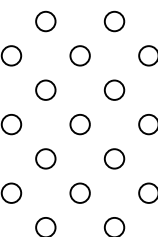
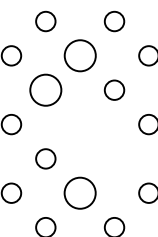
circle at (79, 55) size: 22x22 px -> 34x34 px
circle at (45, 89) diameter: 19 px -> 31 px
circle at (79, 124): present -> none
circle at (114, 158): present -> none
circle at (79, 192) diameter: 19 px -> 31 px
